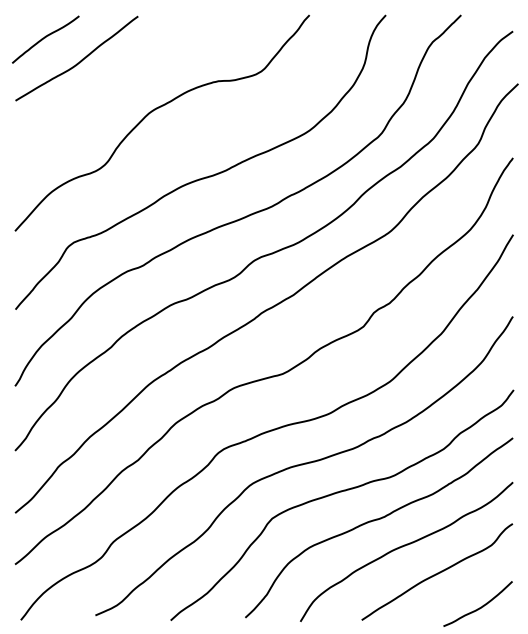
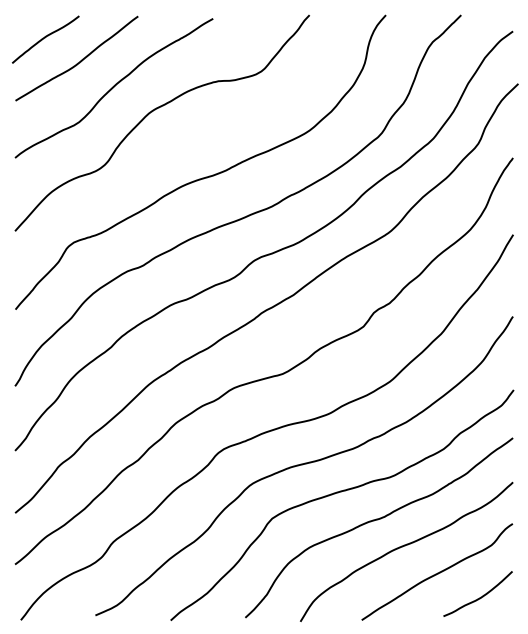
curve at (113, 88): none -> present
curve at (479, 607) position: (479, 607) -> (479, 597)
